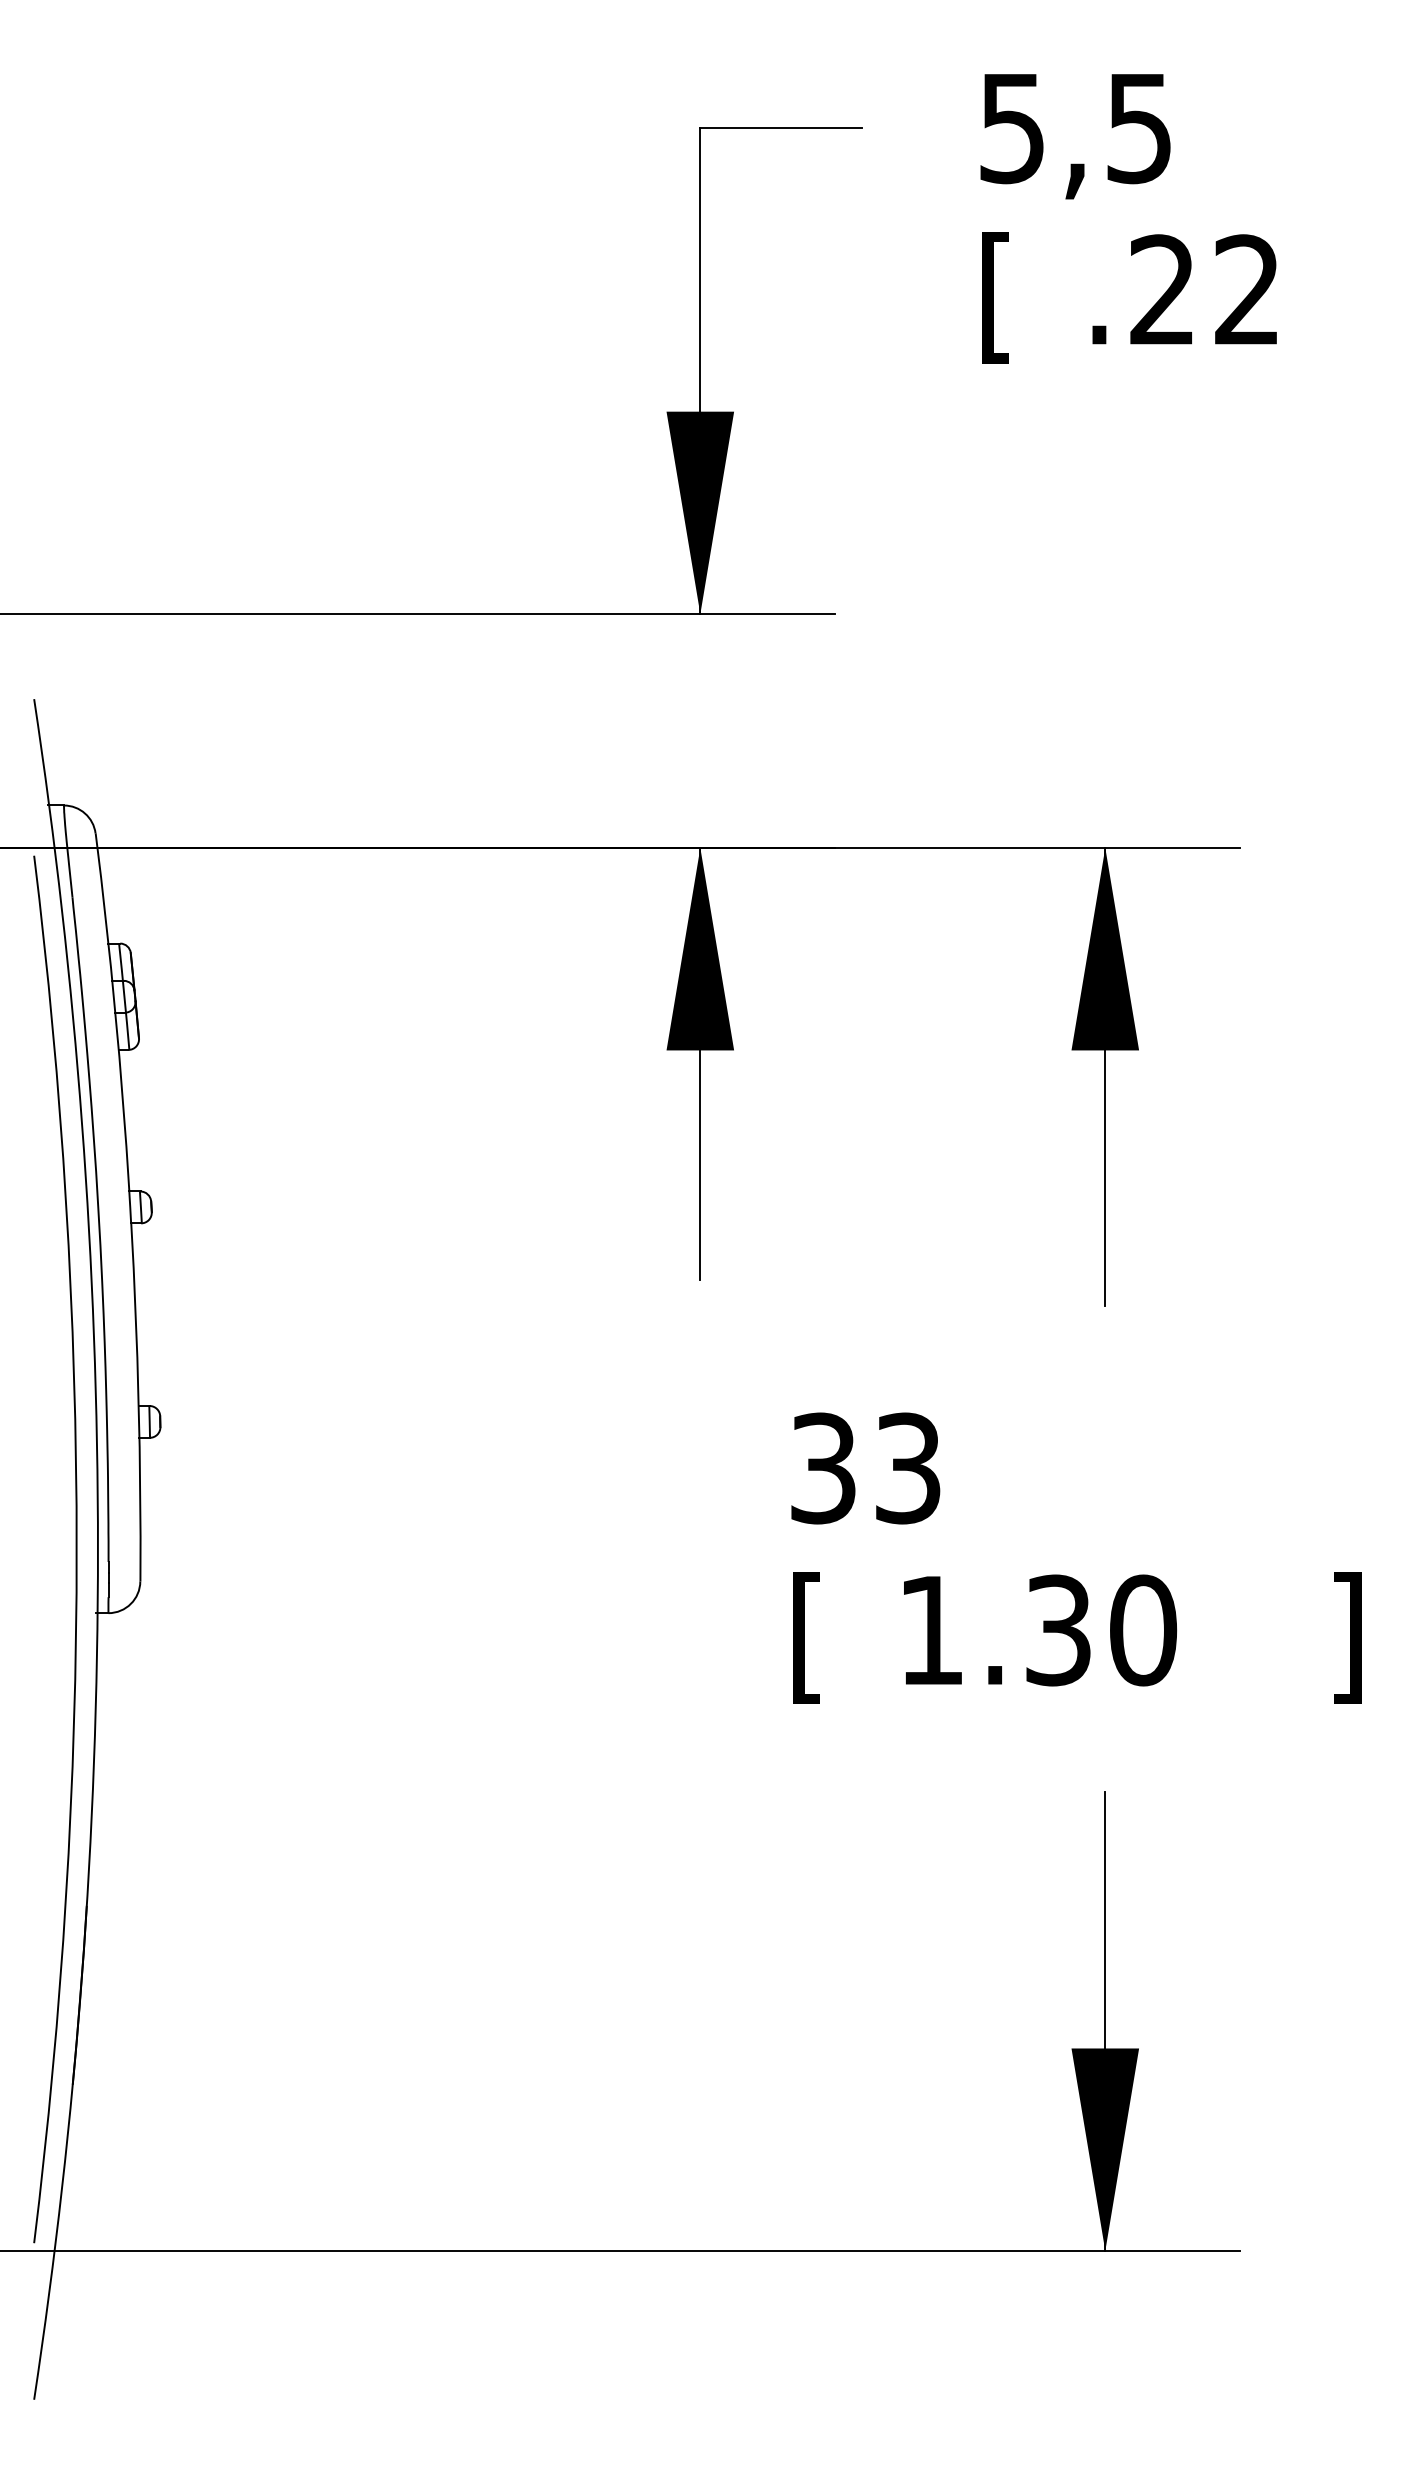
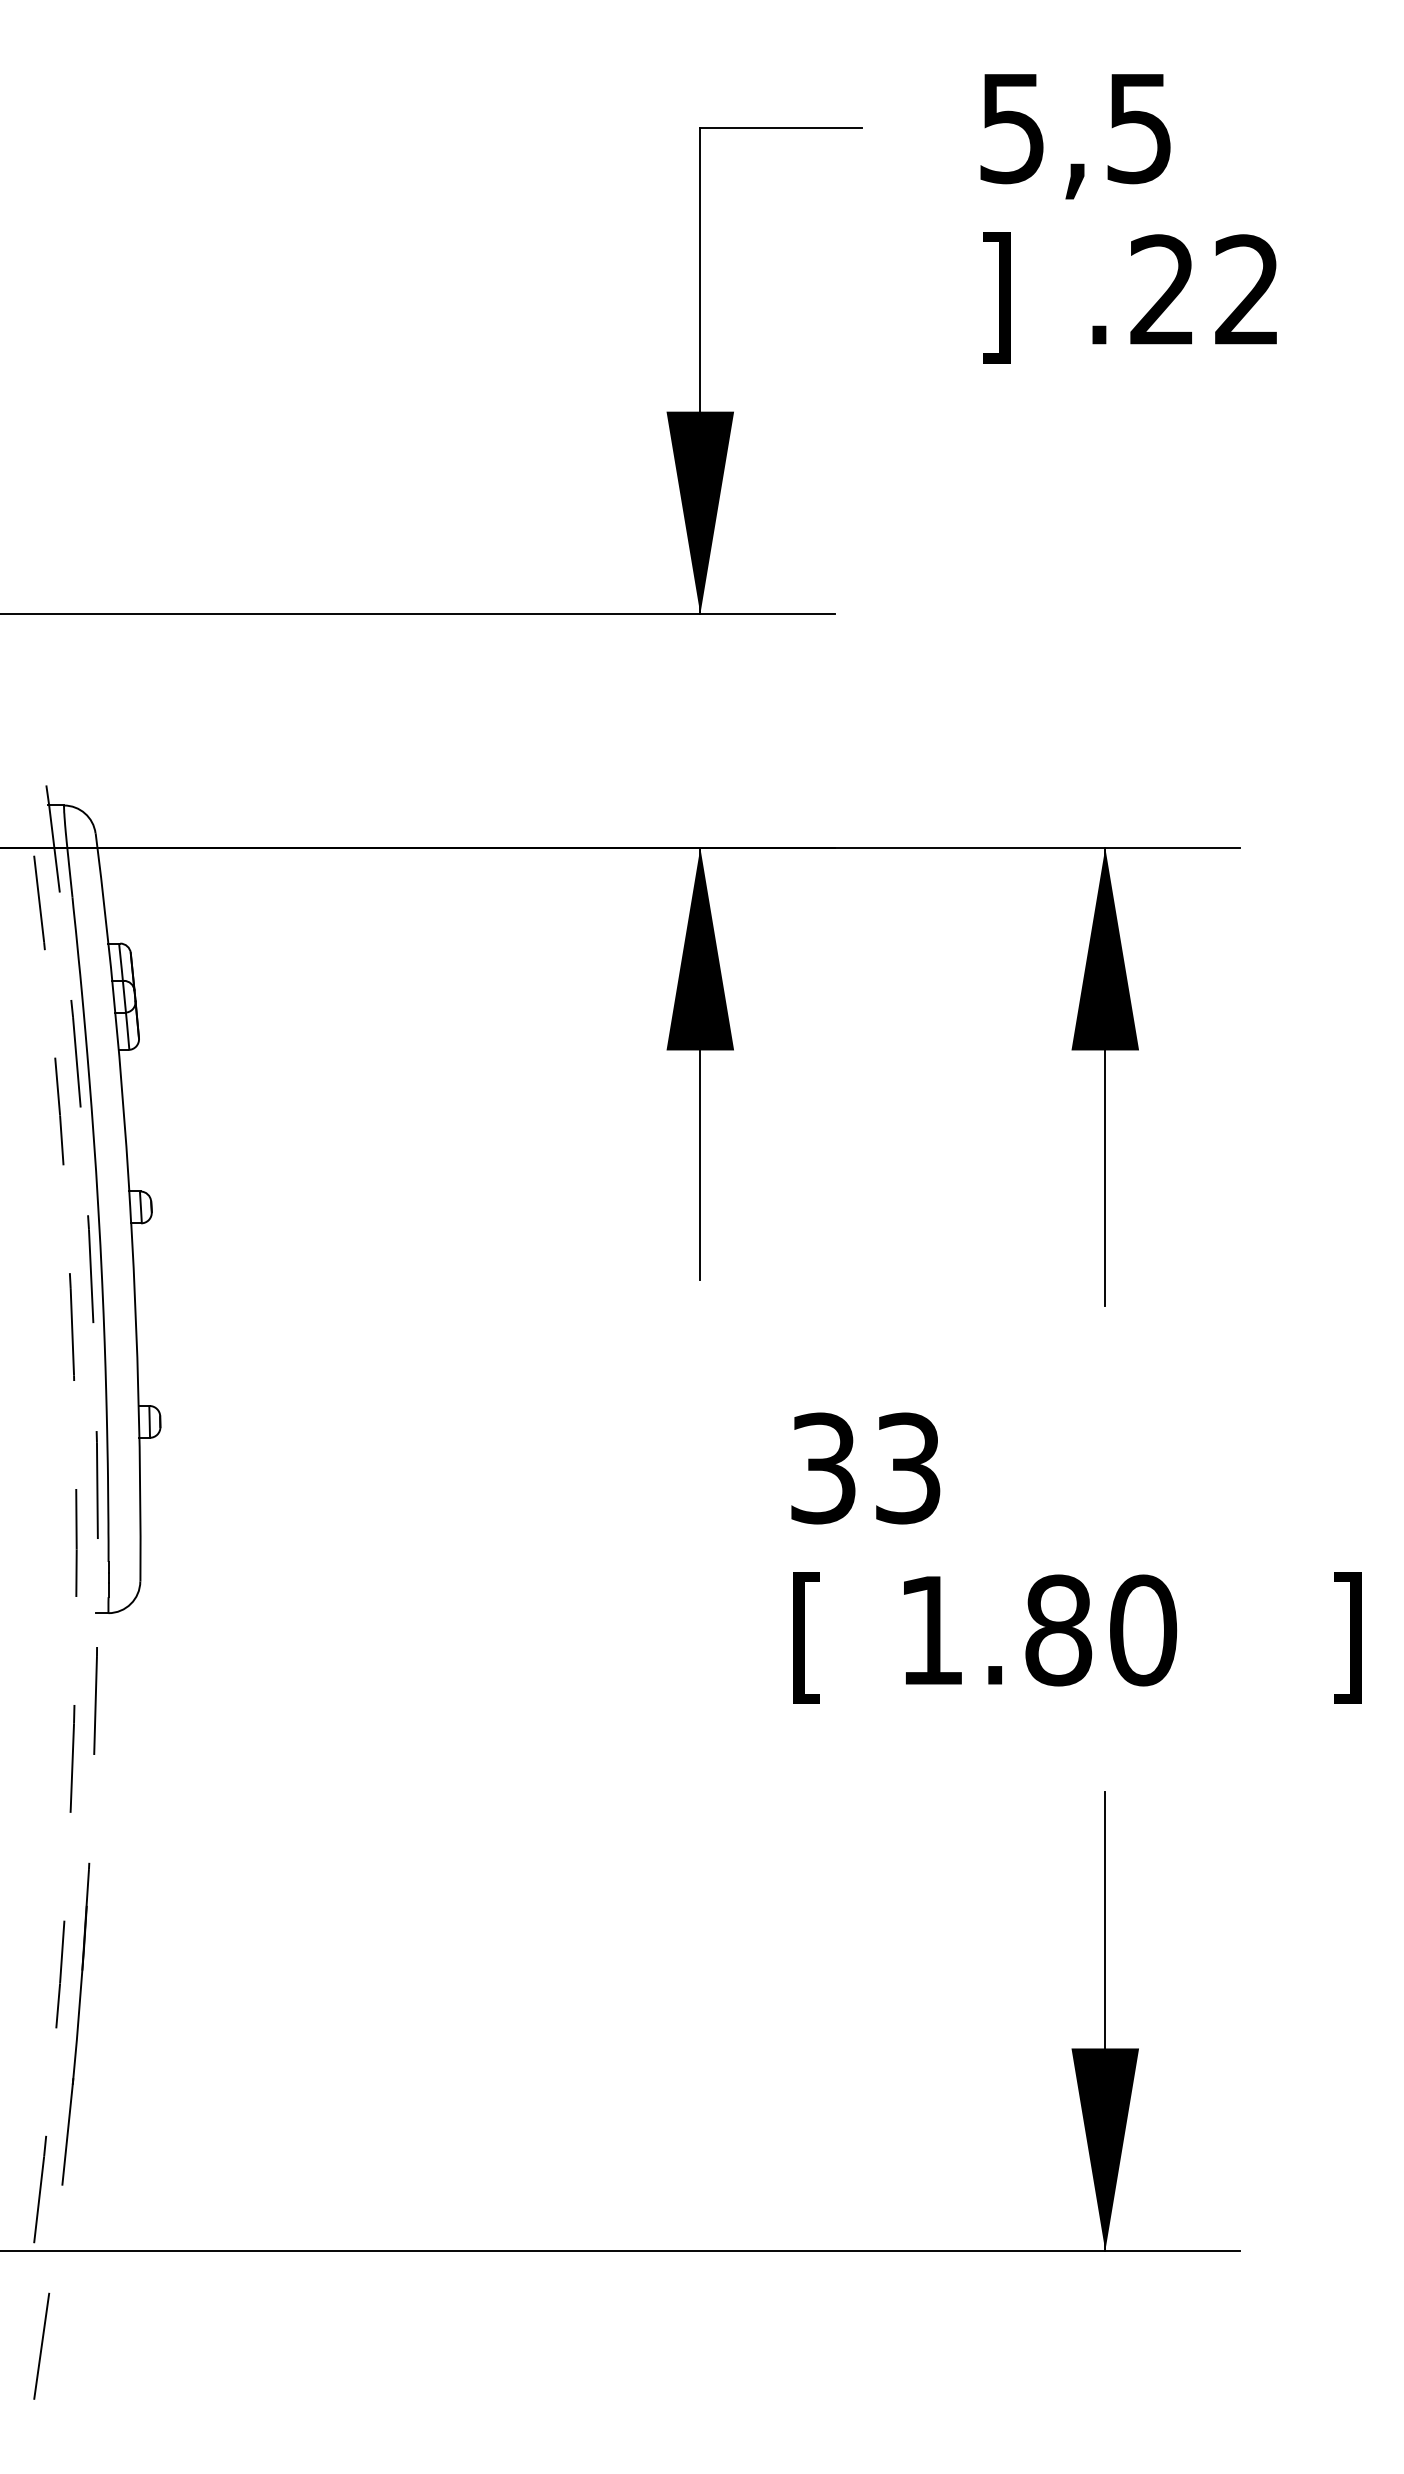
text at (996, 297): [ -> ]
arc at (76, 1549): solid -> dashed
arc at (97, 1549): solid -> dashed
text at (1058, 1630): 1.30 -> 1.80
